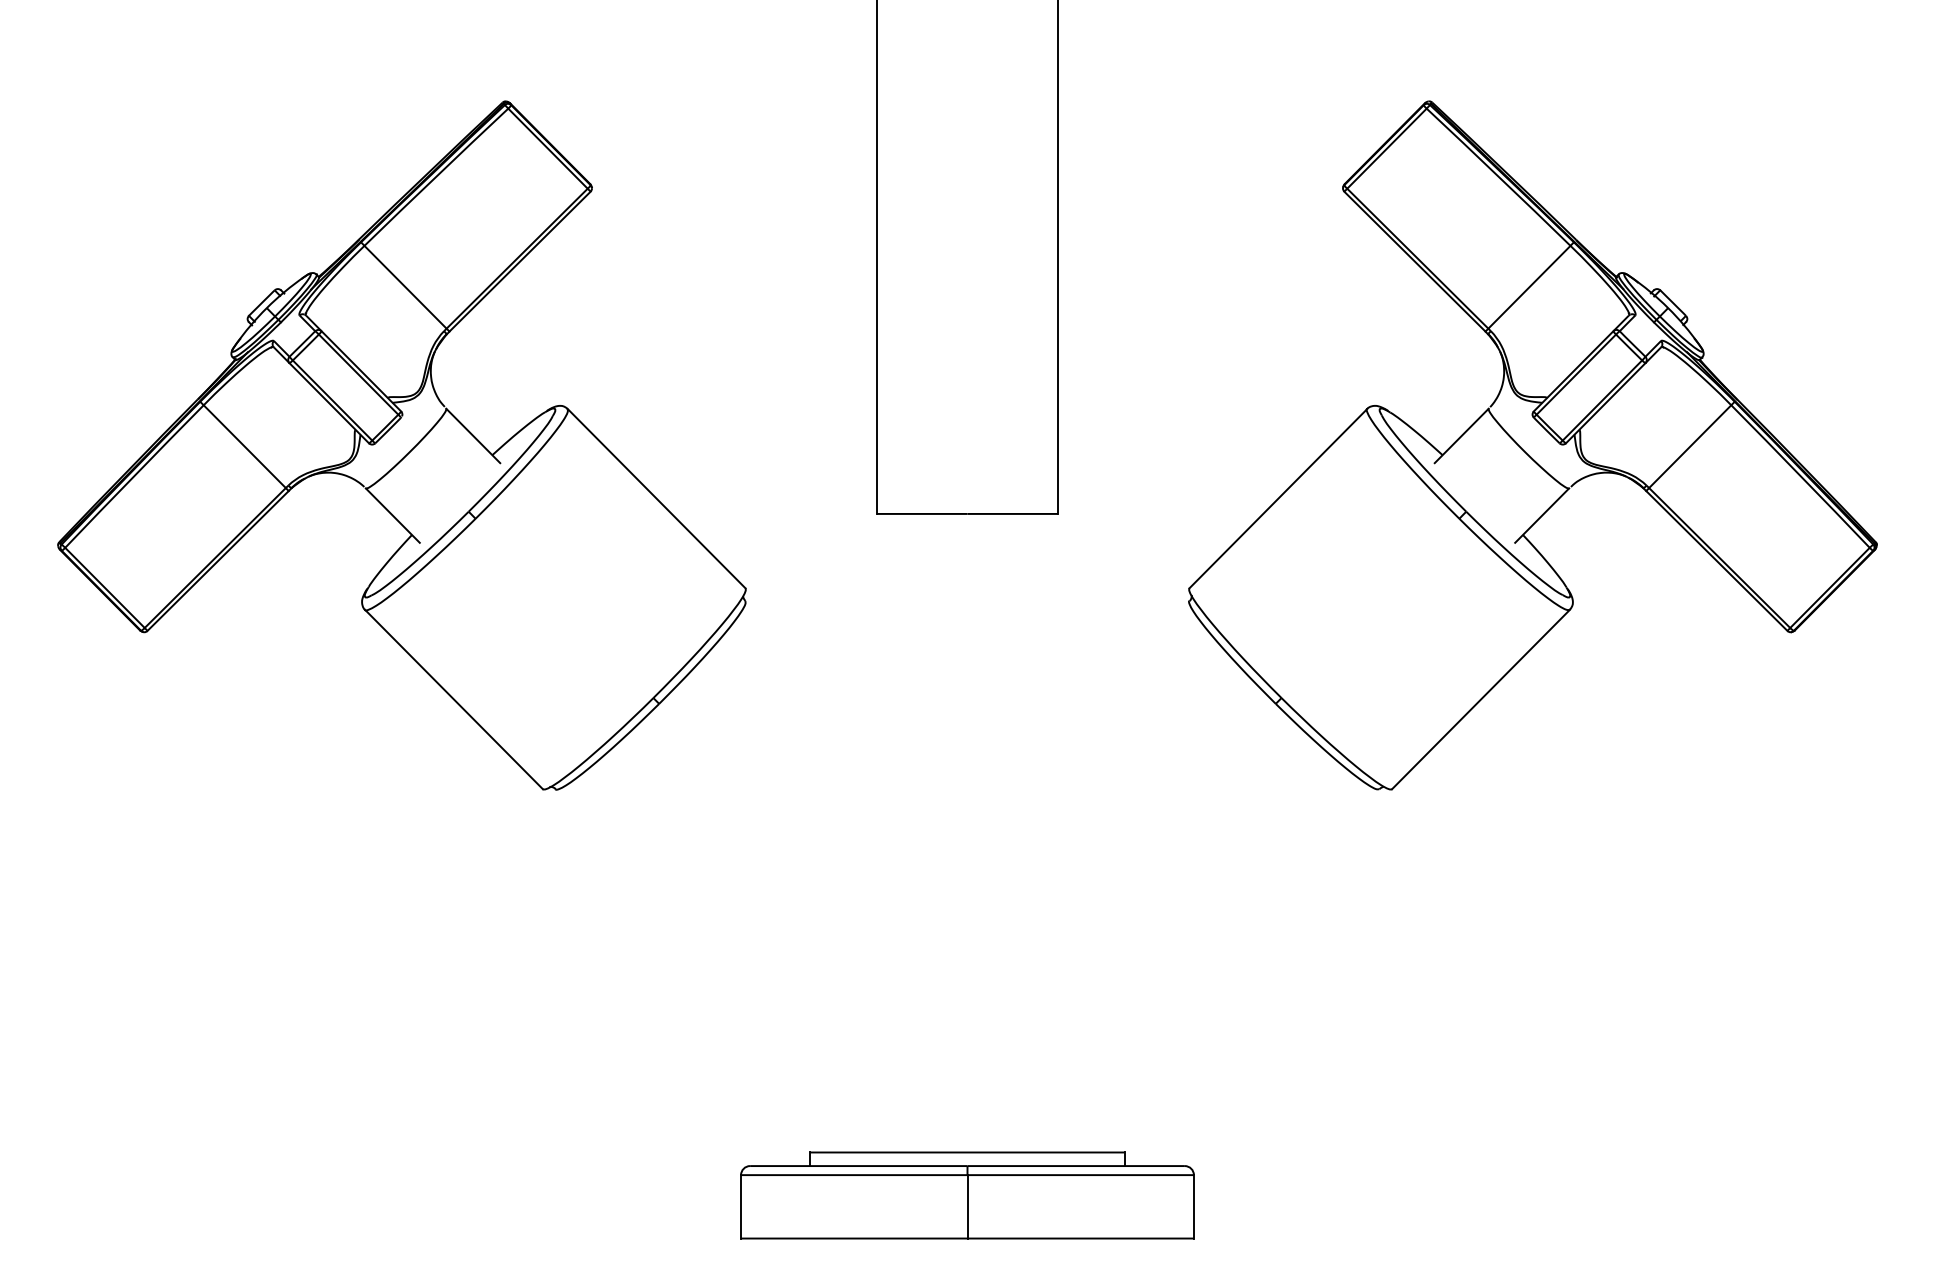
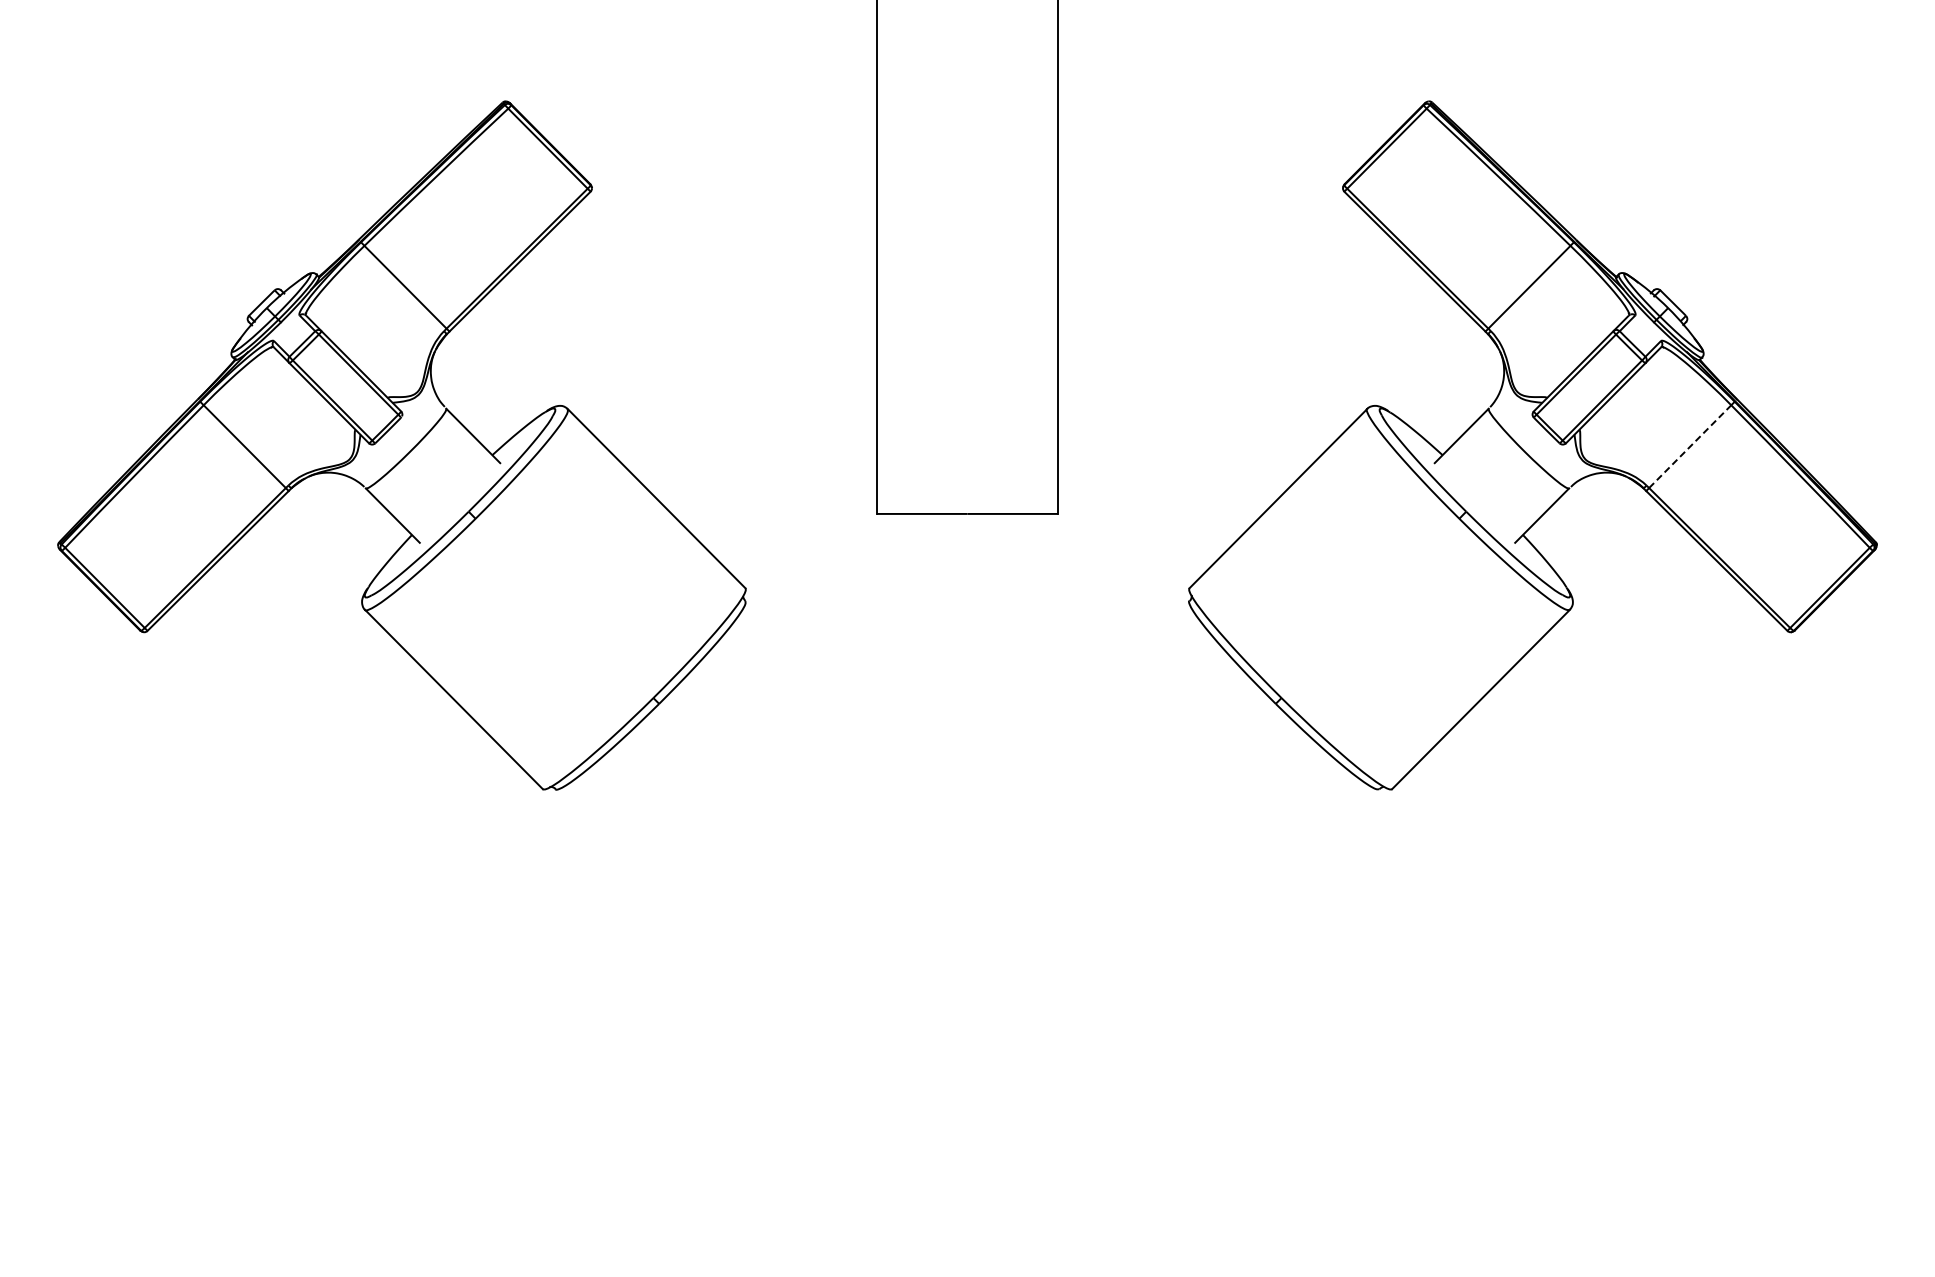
line at (1690, 446): solid -> dashed
part at (967, 1195): present -> none
